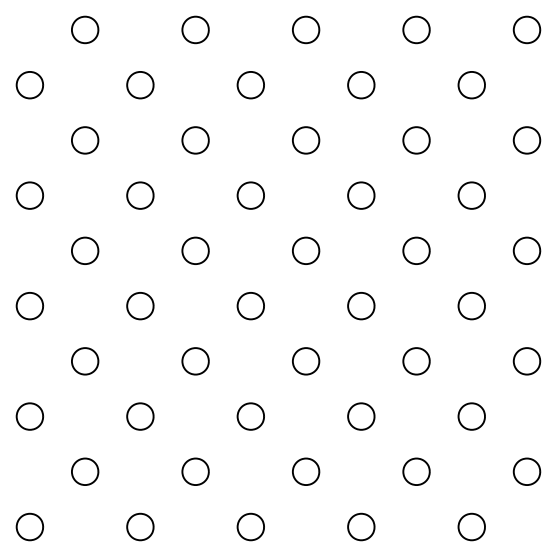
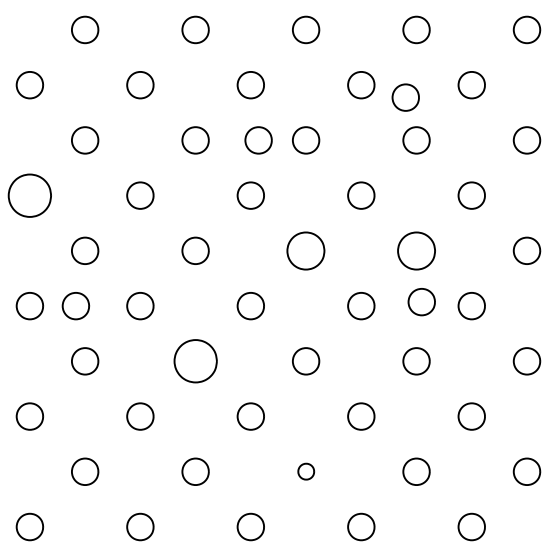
part at (405, 97): none -> present
part at (258, 140): none -> present
part at (29, 195) size: 30x29 px -> 45x45 px
part at (306, 250) size: 29x29 px -> 40x40 px
part at (416, 250) size: 29x29 px -> 39x40 px
part at (421, 302): none -> present
part at (75, 306): none -> present
part at (195, 361) size: 29x29 px -> 45x45 px
part at (306, 471) size: 29x29 px -> 19x19 px
